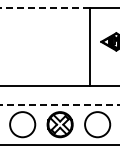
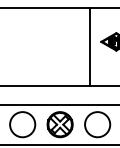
line at (45, 8): dashed -> solid
line at (60, 104): dashed -> solid
